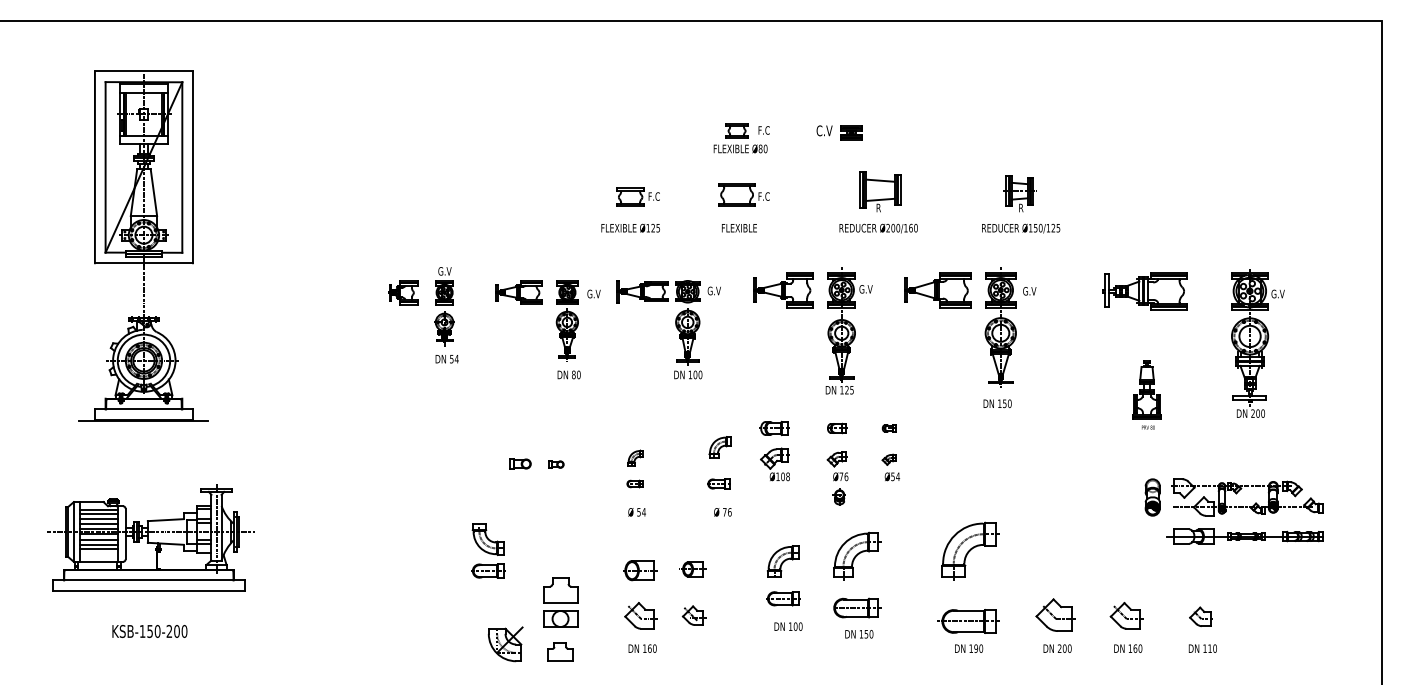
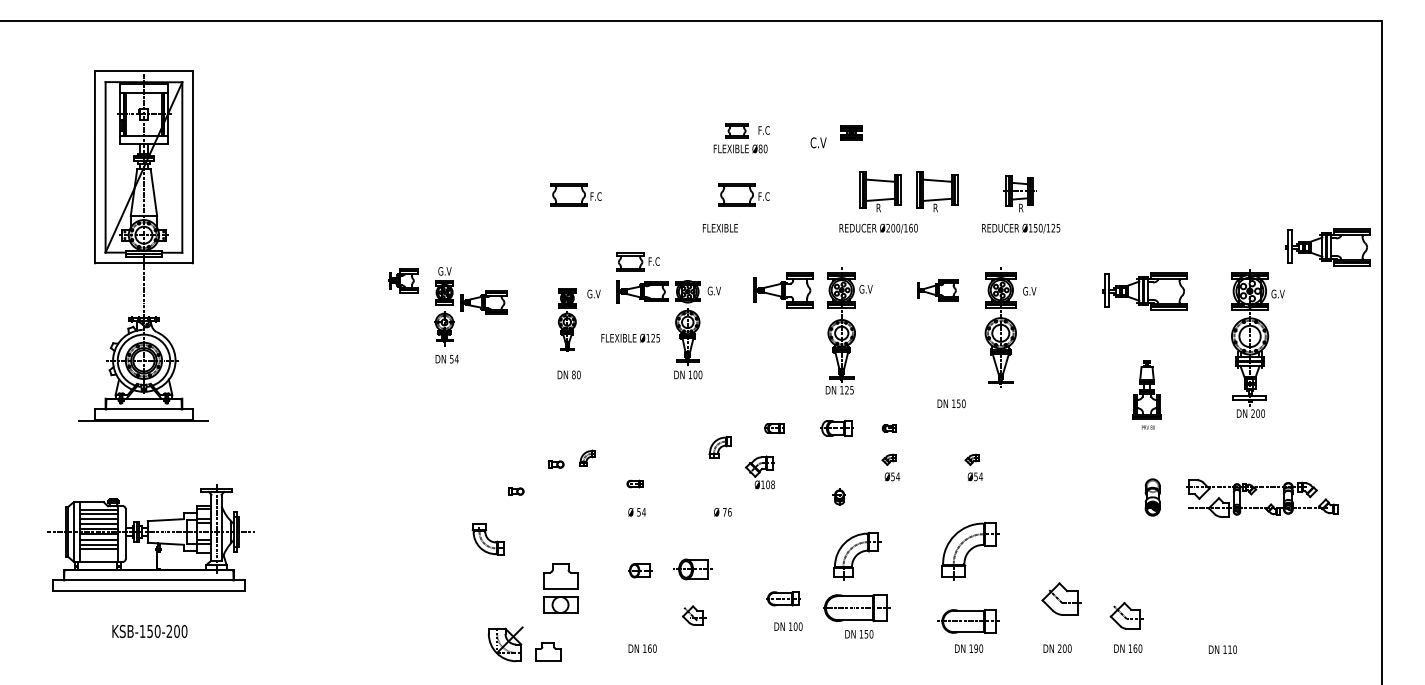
text at (824, 130) position: (824, 130) -> (818, 142)
part at (937, 191): none -> present
part at (575, 194): none -> present
part at (637, 196) position: (637, 196) -> (637, 261)
text at (630, 227) position: (630, 227) -> (630, 337)
text at (739, 228) position: (739, 228) -> (720, 228)
part at (1327, 247): none -> present
part at (937, 290) size: 68x37 px -> 42x23 px
part at (403, 292) position: (403, 292) -> (403, 280)
part at (518, 292) position: (518, 292) -> (483, 302)
part at (566, 320) size: 24x82 px -> 19x64 px
text at (997, 403) position: (997, 403) -> (951, 403)
part at (774, 428) size: 31x17 px -> 21x13 px
part at (837, 428) size: 21x13 px -> 34x17 px
part at (635, 457) position: (635, 457) -> (587, 457)
part at (520, 463): present -> none
part at (774, 464) position: (774, 464) -> (759, 472)
part at (837, 466): present -> none
part at (973, 467): none -> present
part at (718, 483): present -> none
part at (516, 491): none -> present
part at (1247, 506) position: (1247, 506) -> (1262, 507)
part at (1244, 536): present -> none
part at (782, 561): present -> none
part at (692, 569) size: 28x17 px -> 40x23 px
part at (488, 570): present -> none
part at (640, 570) size: 35x22 px -> 25x16 px
part at (560, 602) position: (560, 602) -> (560, 588)
part at (857, 607) size: 49x22 px -> 68x29 px
part at (1055, 614) position: (1055, 614) -> (1061, 598)
part at (640, 615): present -> none
part at (1200, 616): present -> none
text at (1202, 648) position: (1202, 648) -> (1222, 649)
part at (560, 651) position: (560, 651) -> (548, 651)
